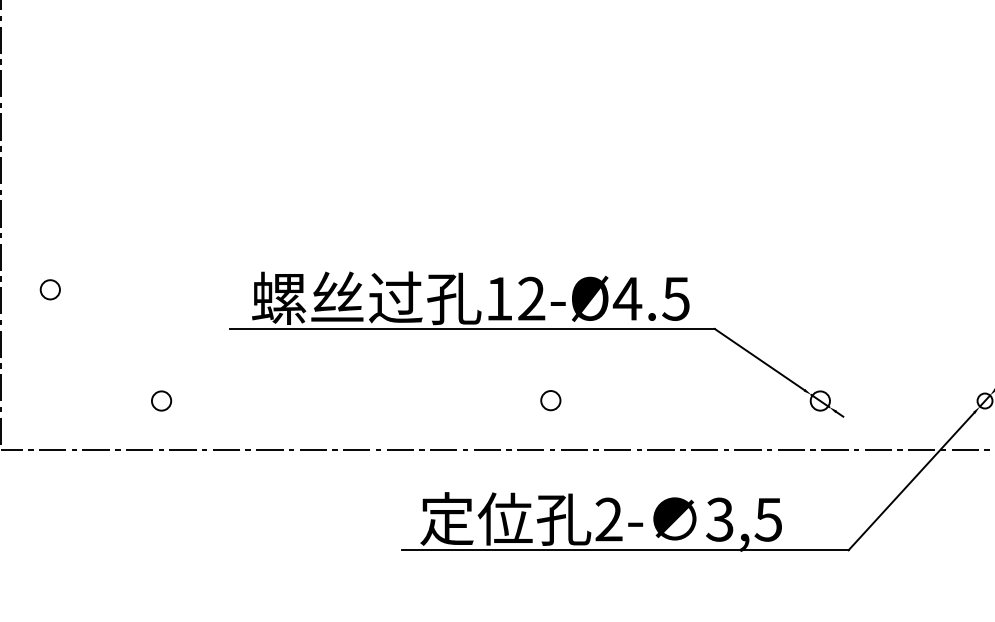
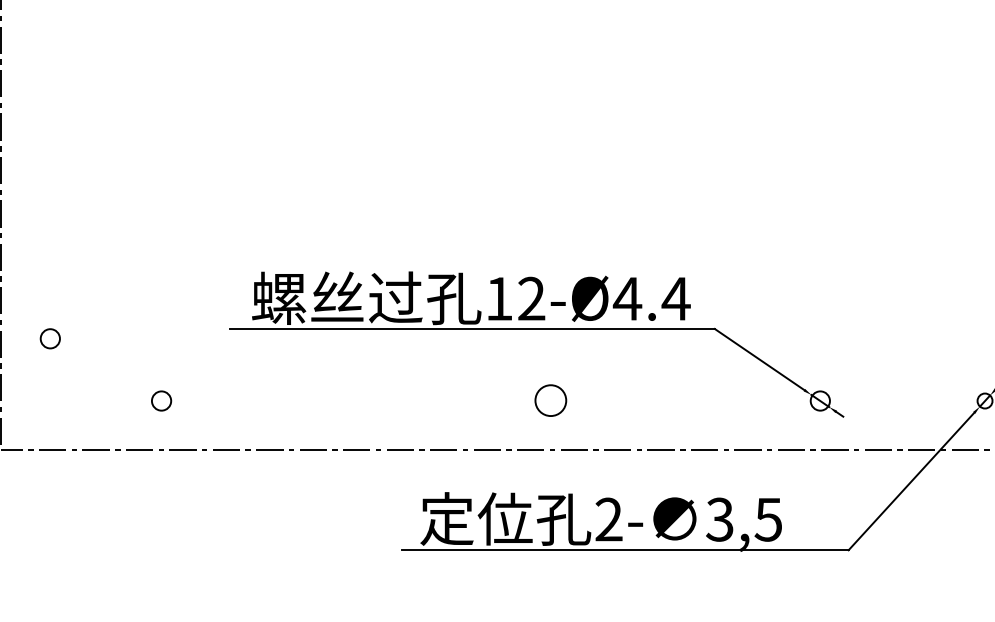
circle at (49, 289) position: (49, 289) -> (49, 338)
text at (675, 298): 12-Ø4.5 -> 12-Ø4.4
circle at (550, 400) diameter: 19 px -> 31 px
